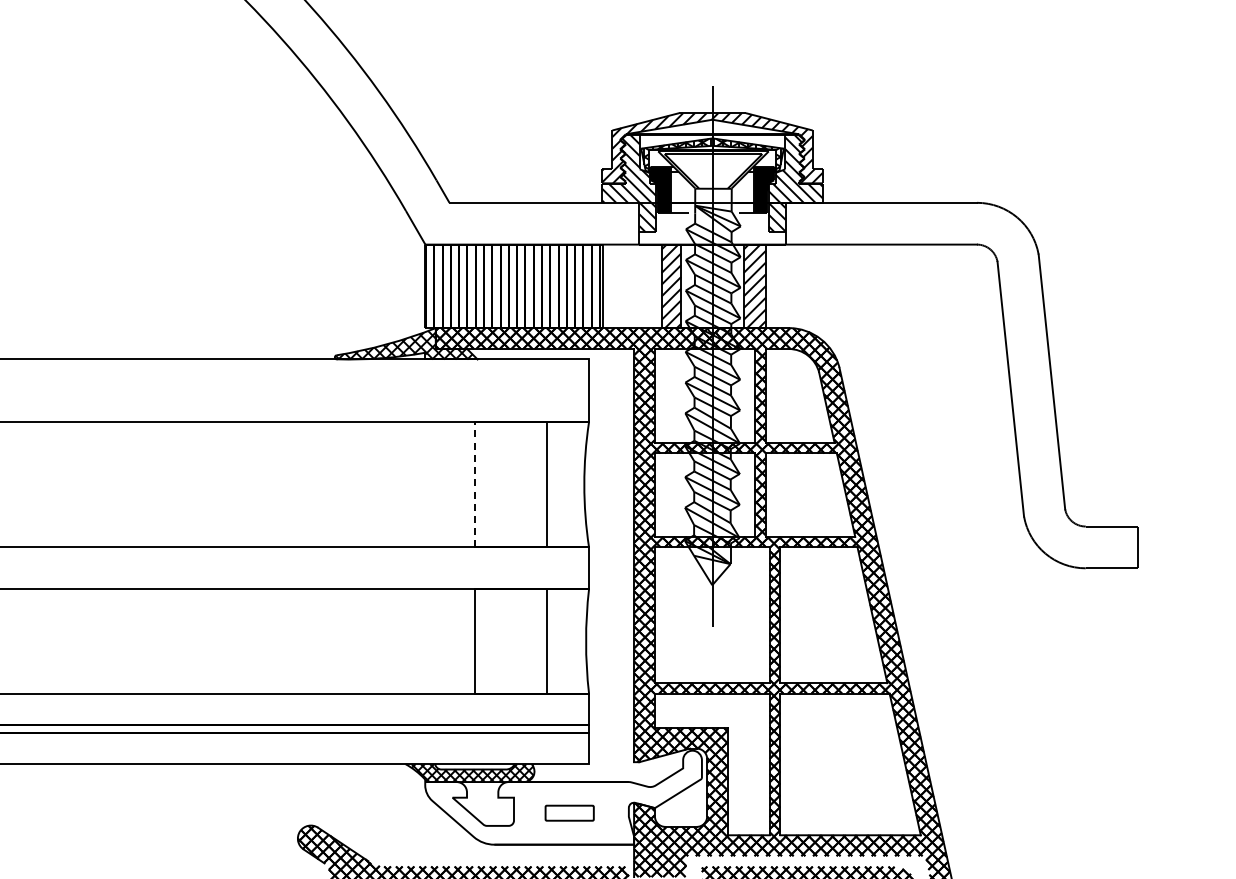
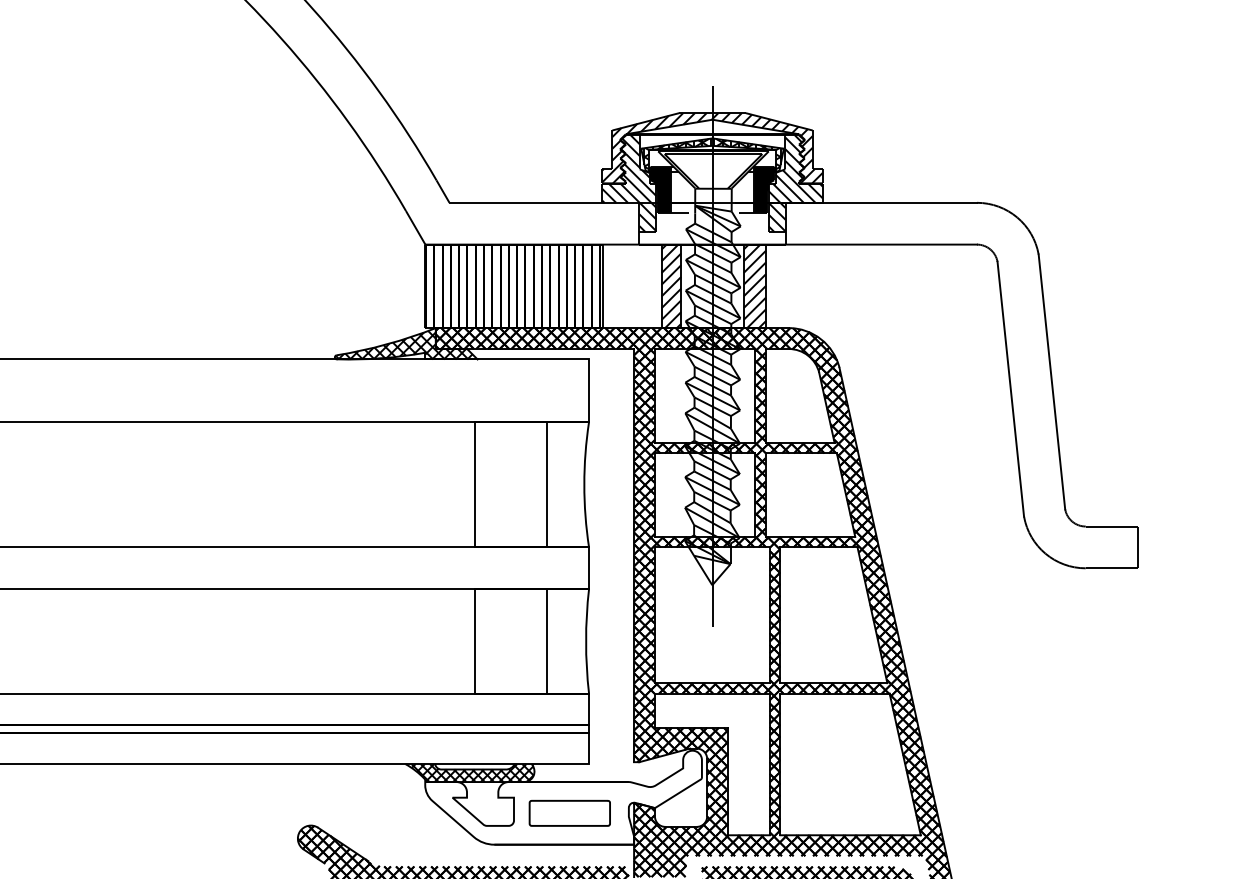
line at (475, 484): dashed -> solid
part at (569, 812) size: 51x18 px -> 83x28 px
